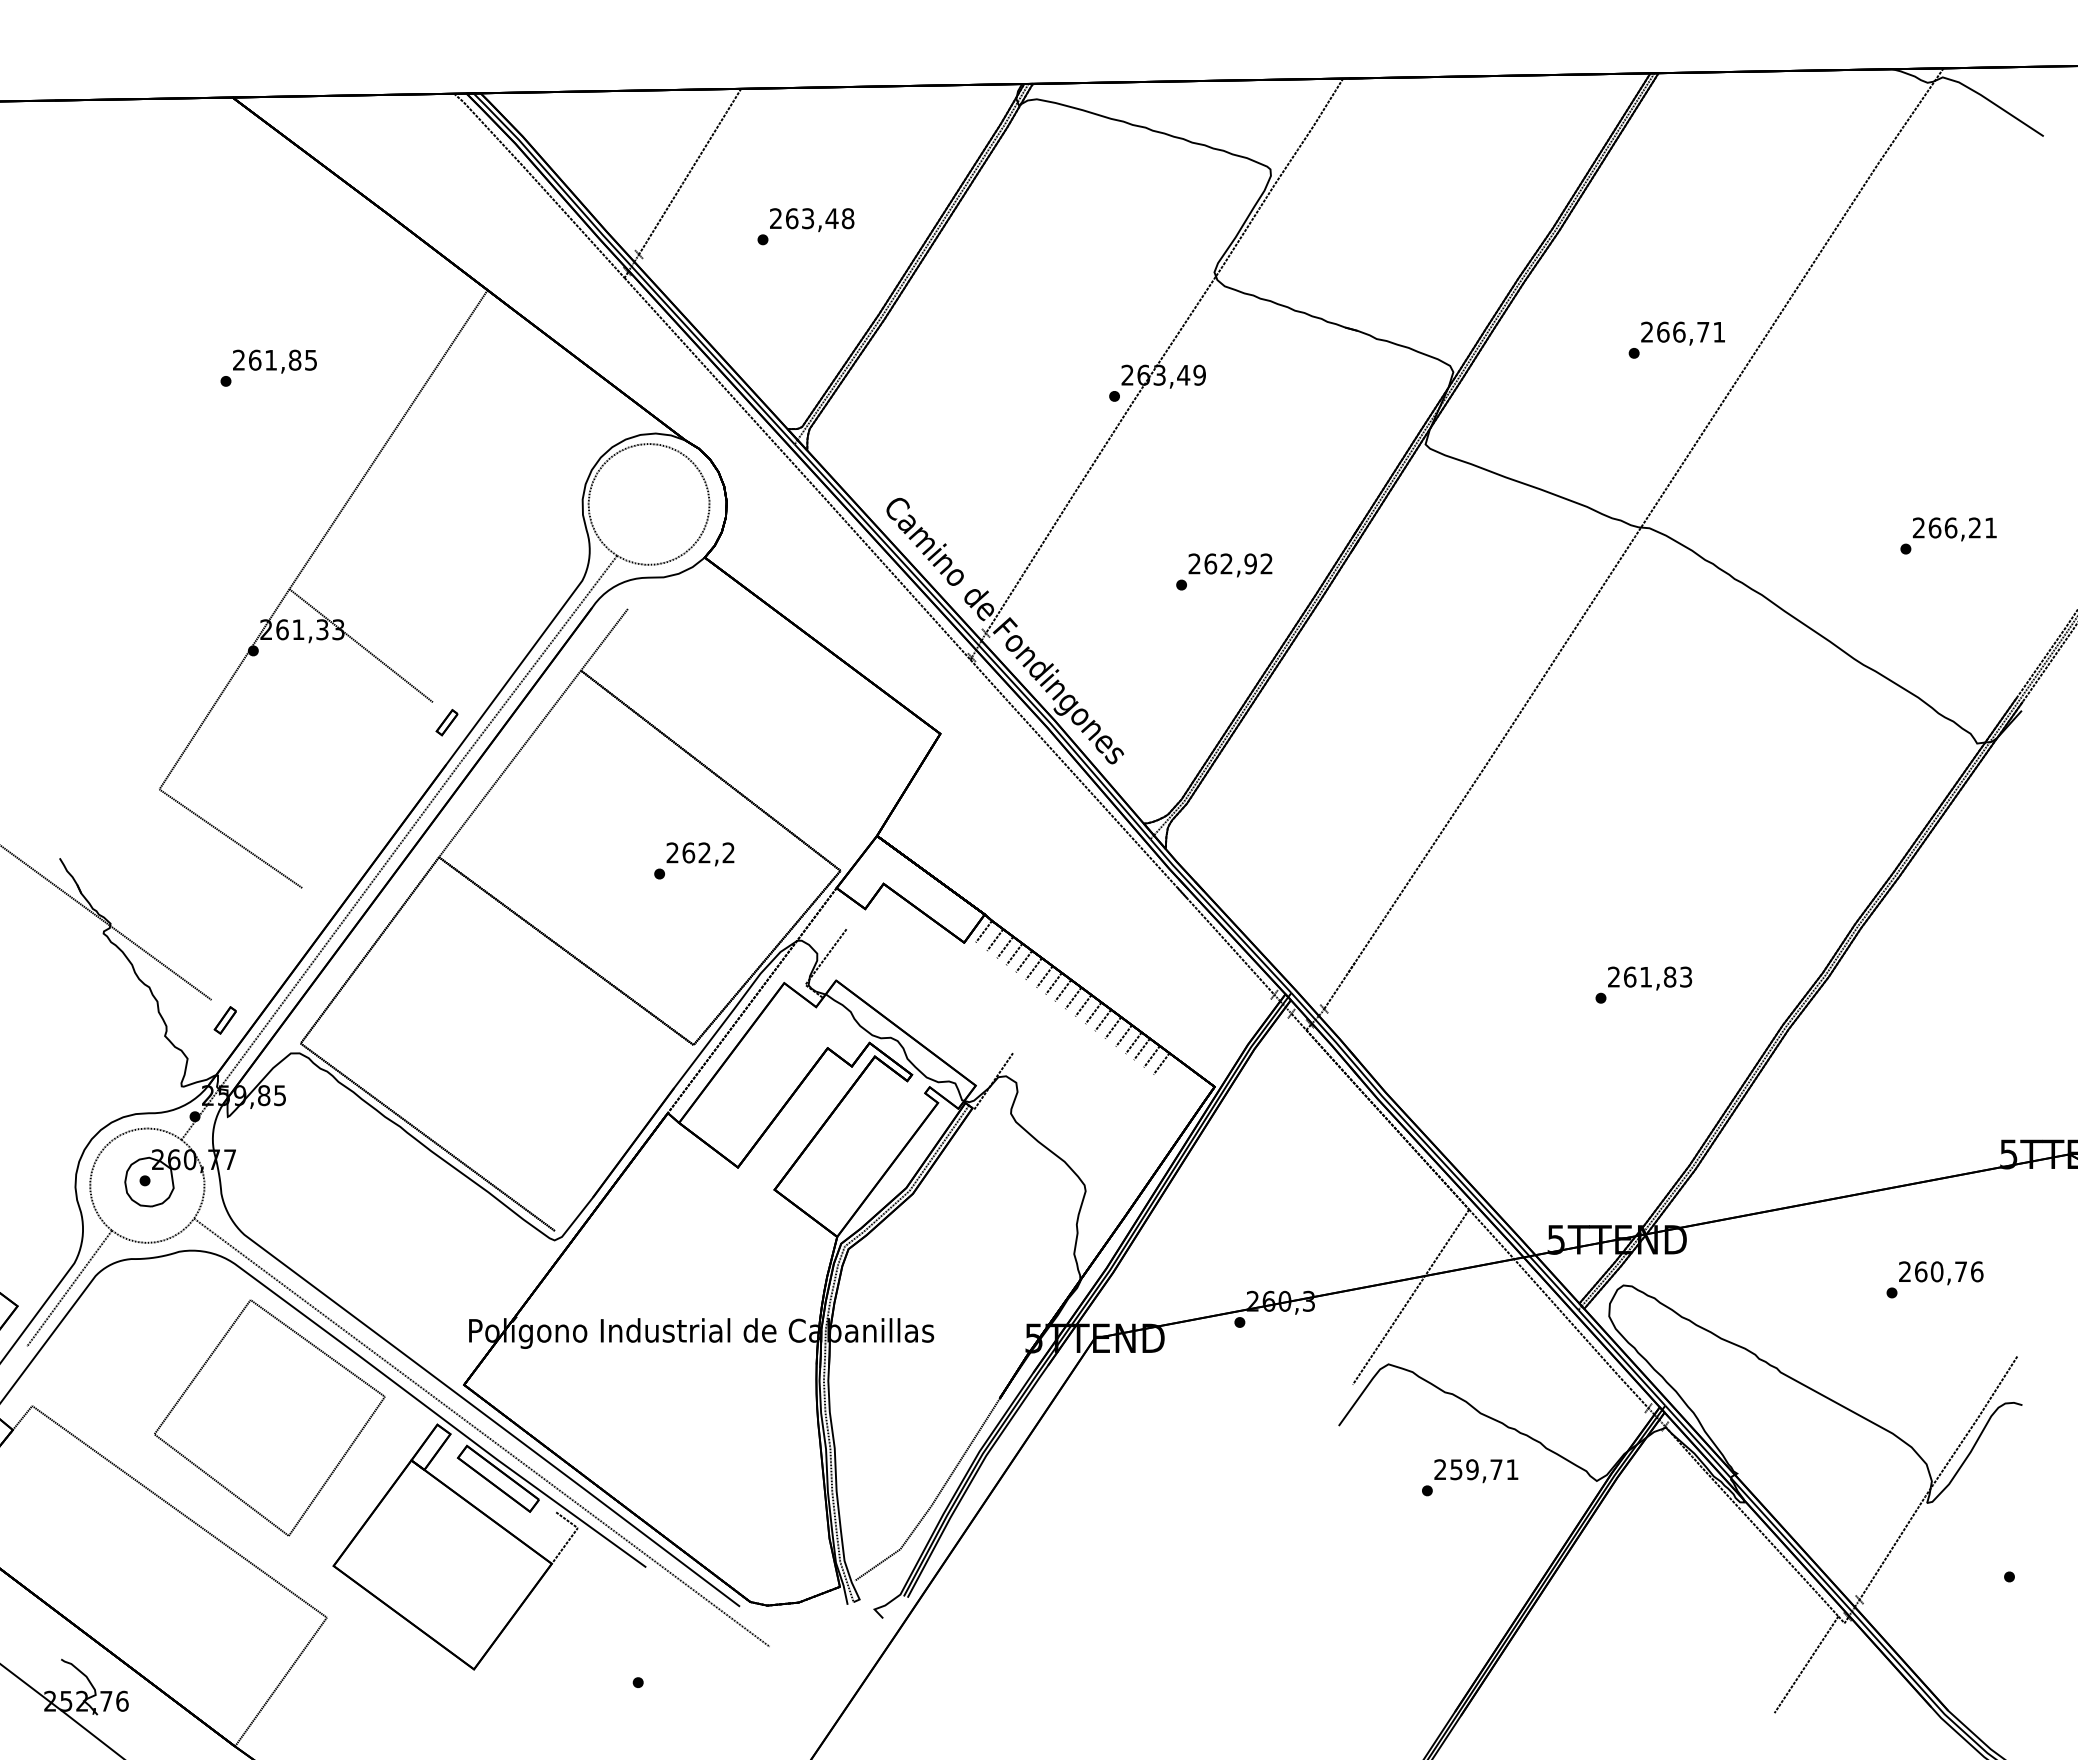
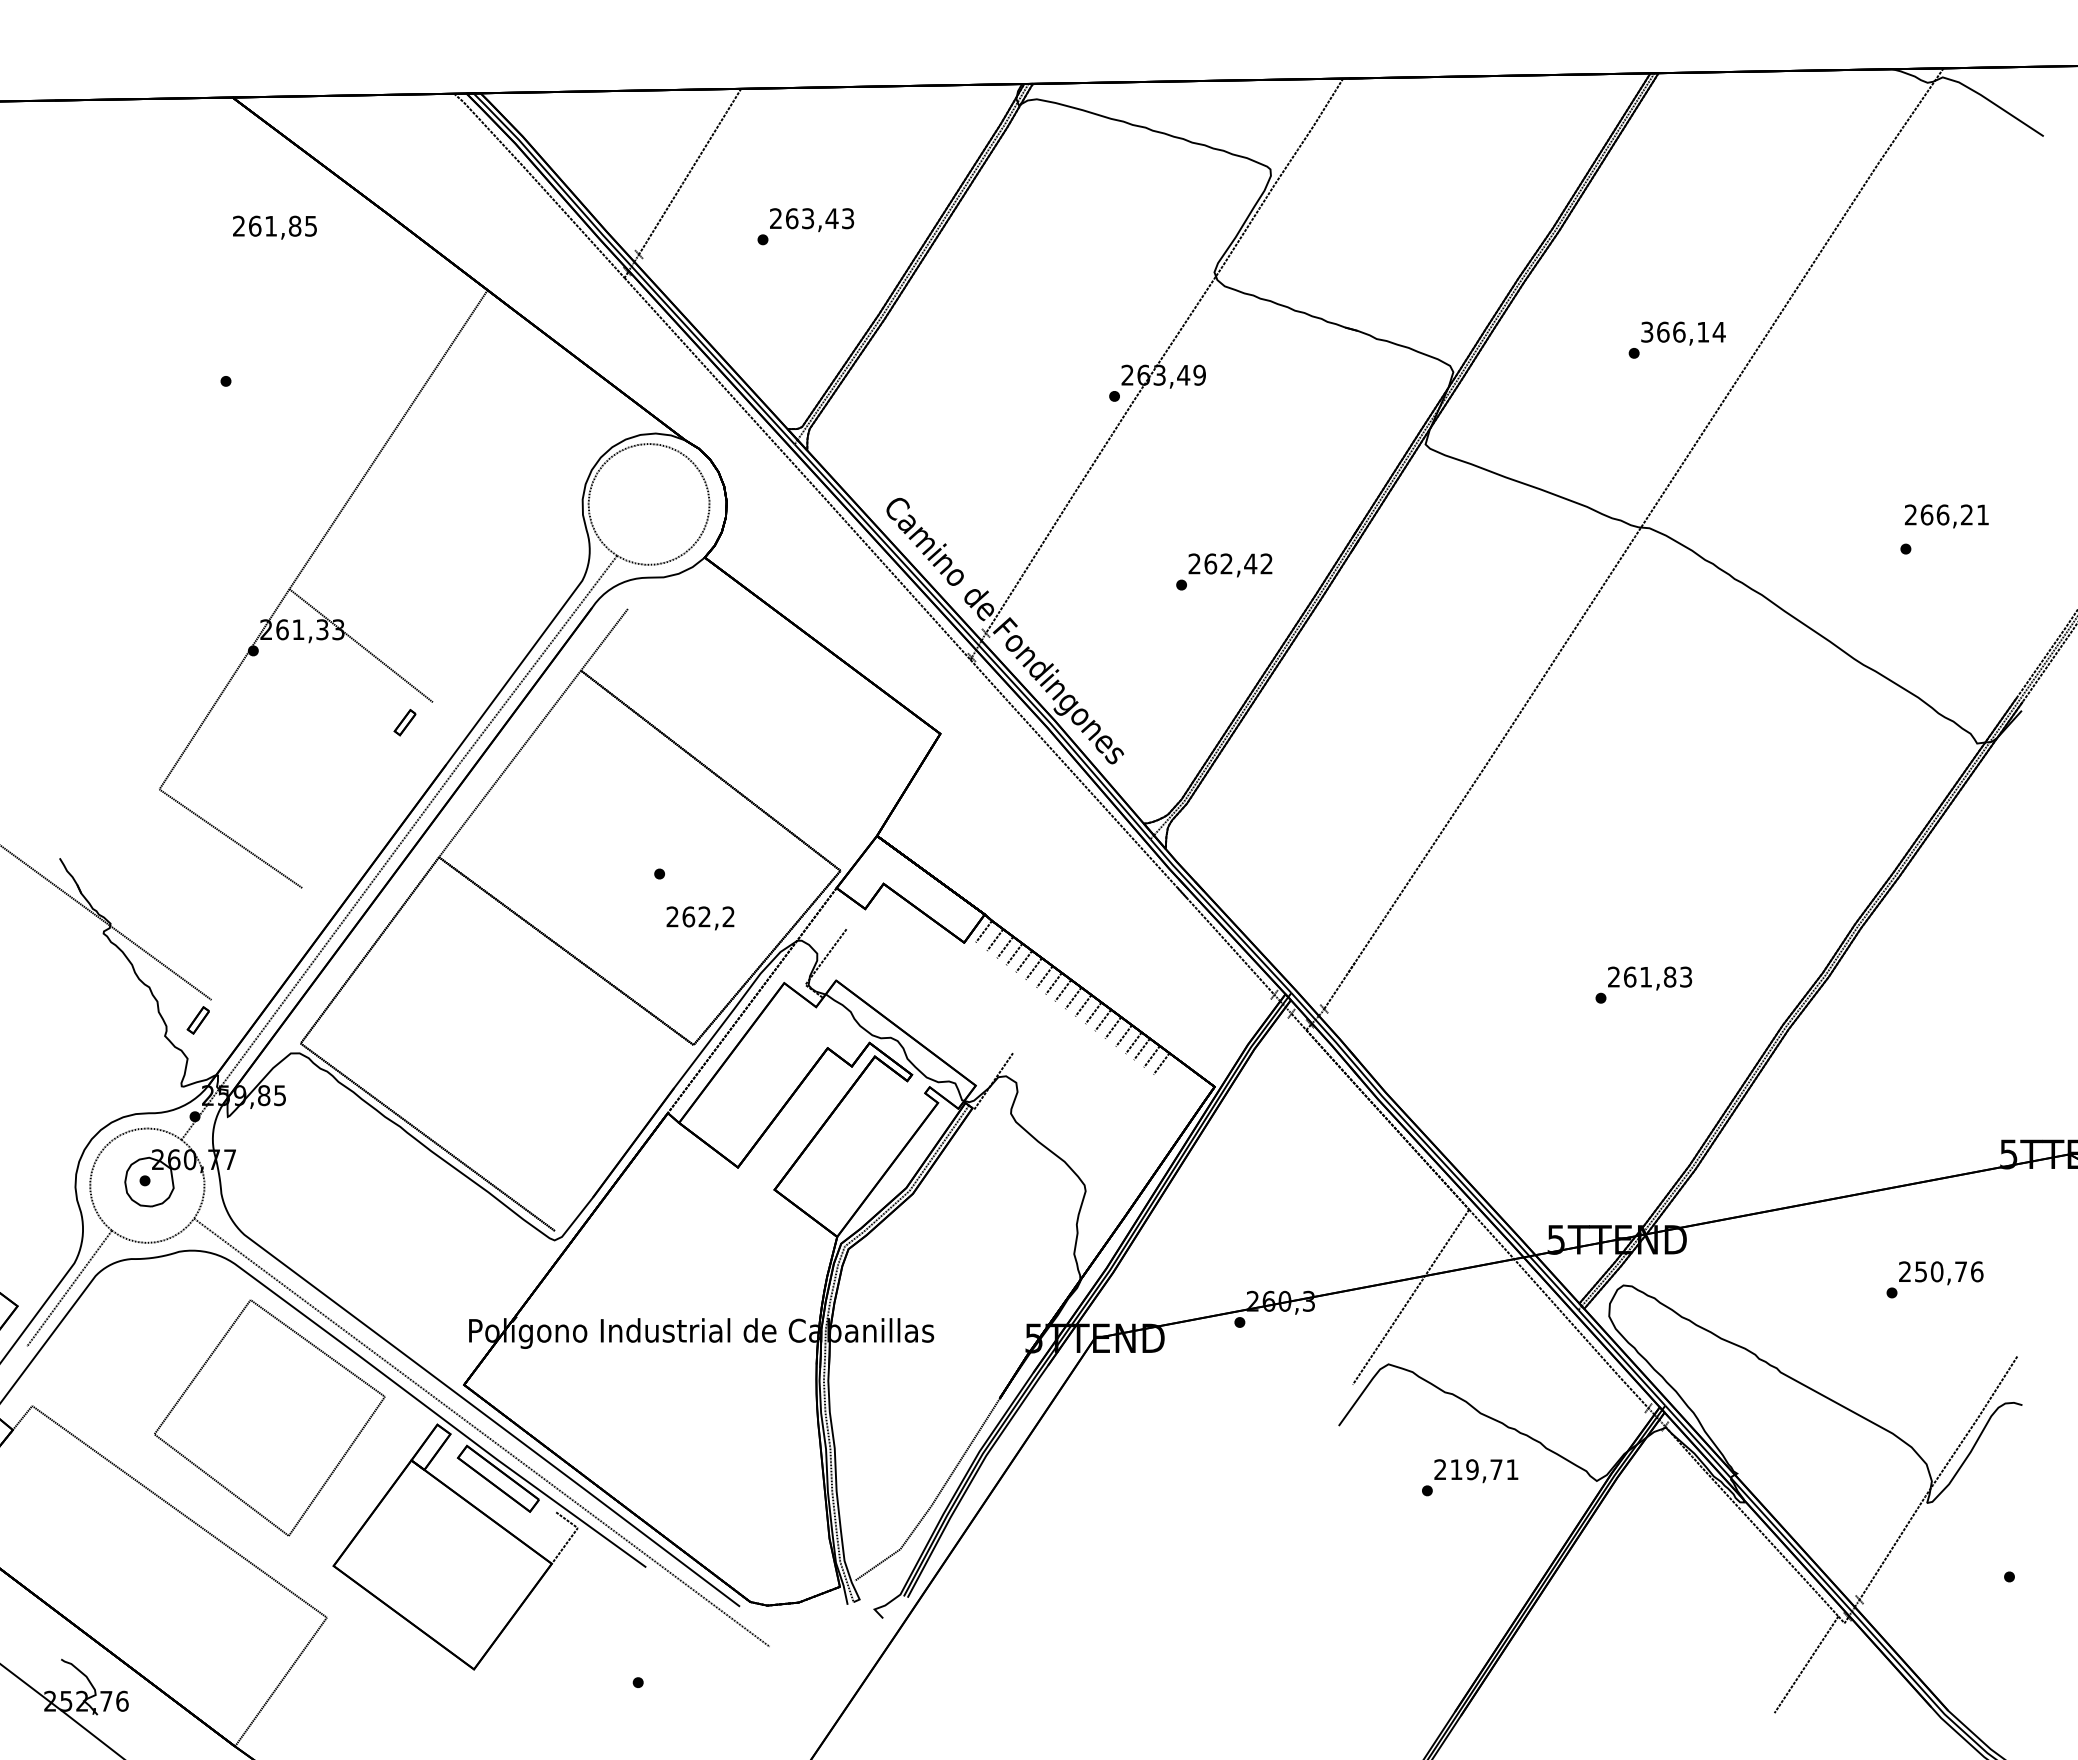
text at (847, 218): 263,48 -> 263,43
text at (1683, 332): 266,71 -> 366,14
text at (274, 361) position: (274, 361) -> (274, 227)
text at (1954, 529) position: (1954, 529) -> (1946, 516)
text at (1250, 563): 262,92 -> 262,42
part at (446, 722) position: (446, 722) -> (404, 722)
text at (700, 854) position: (700, 854) -> (700, 918)
part at (224, 1020) position: (224, 1020) -> (197, 1020)
text at (1921, 1271): 260,76 -> 250,76
text at (1456, 1469): 259,71 -> 219,71
